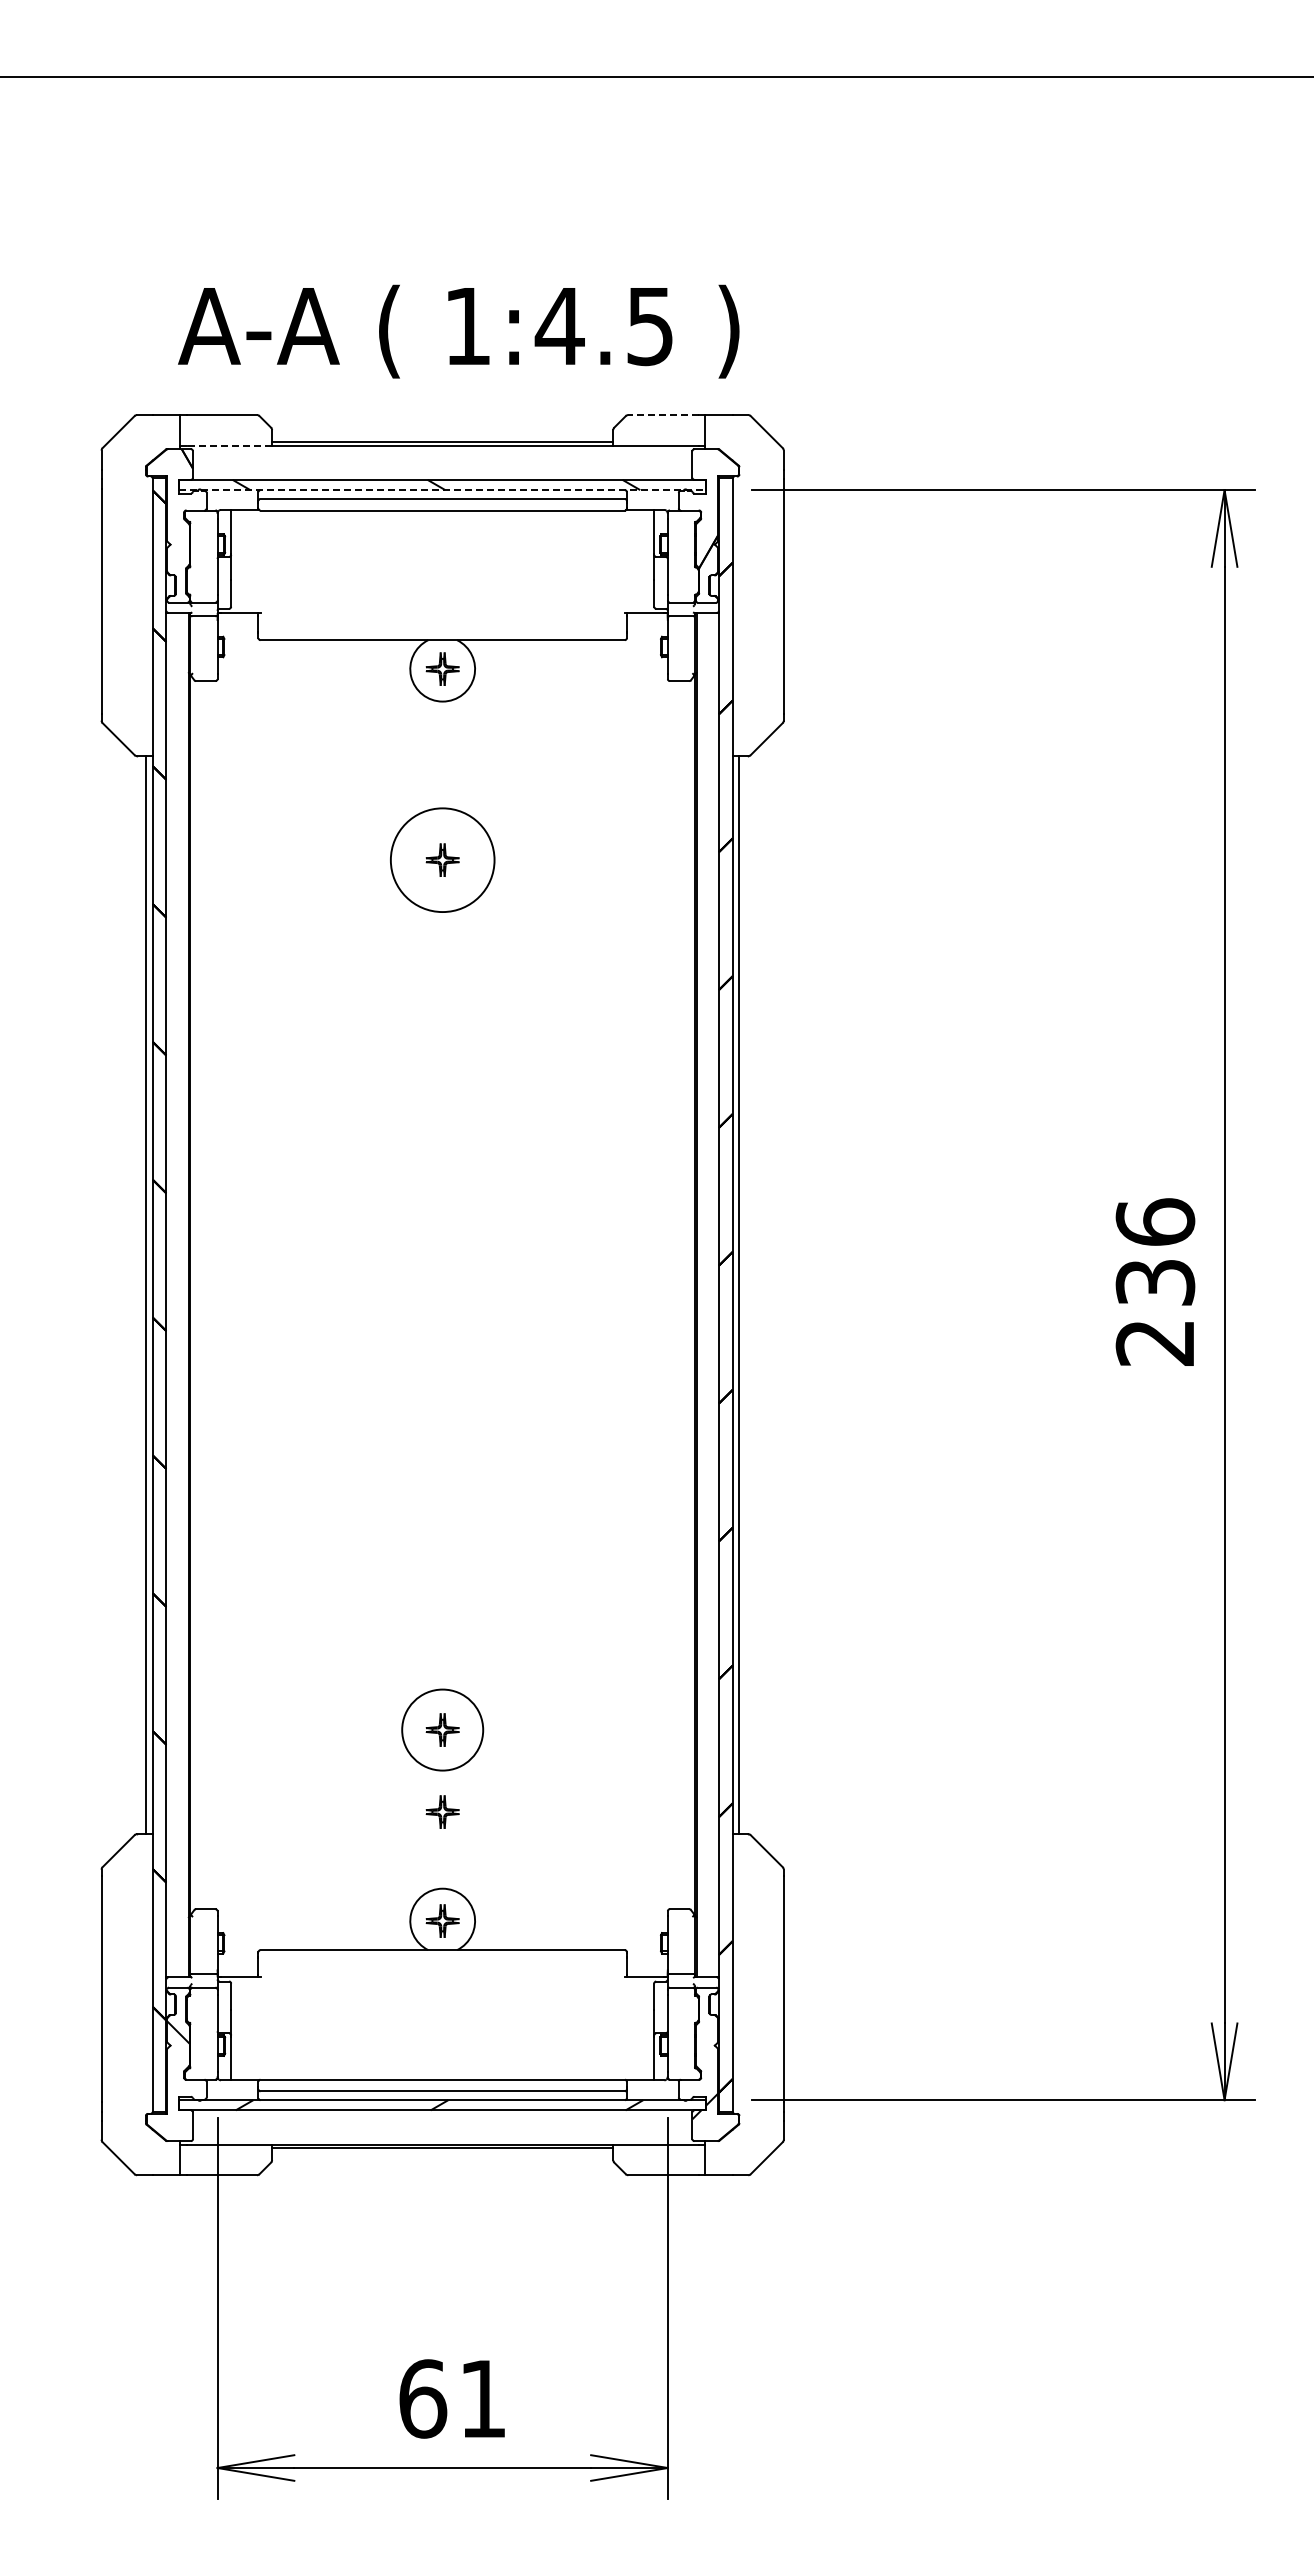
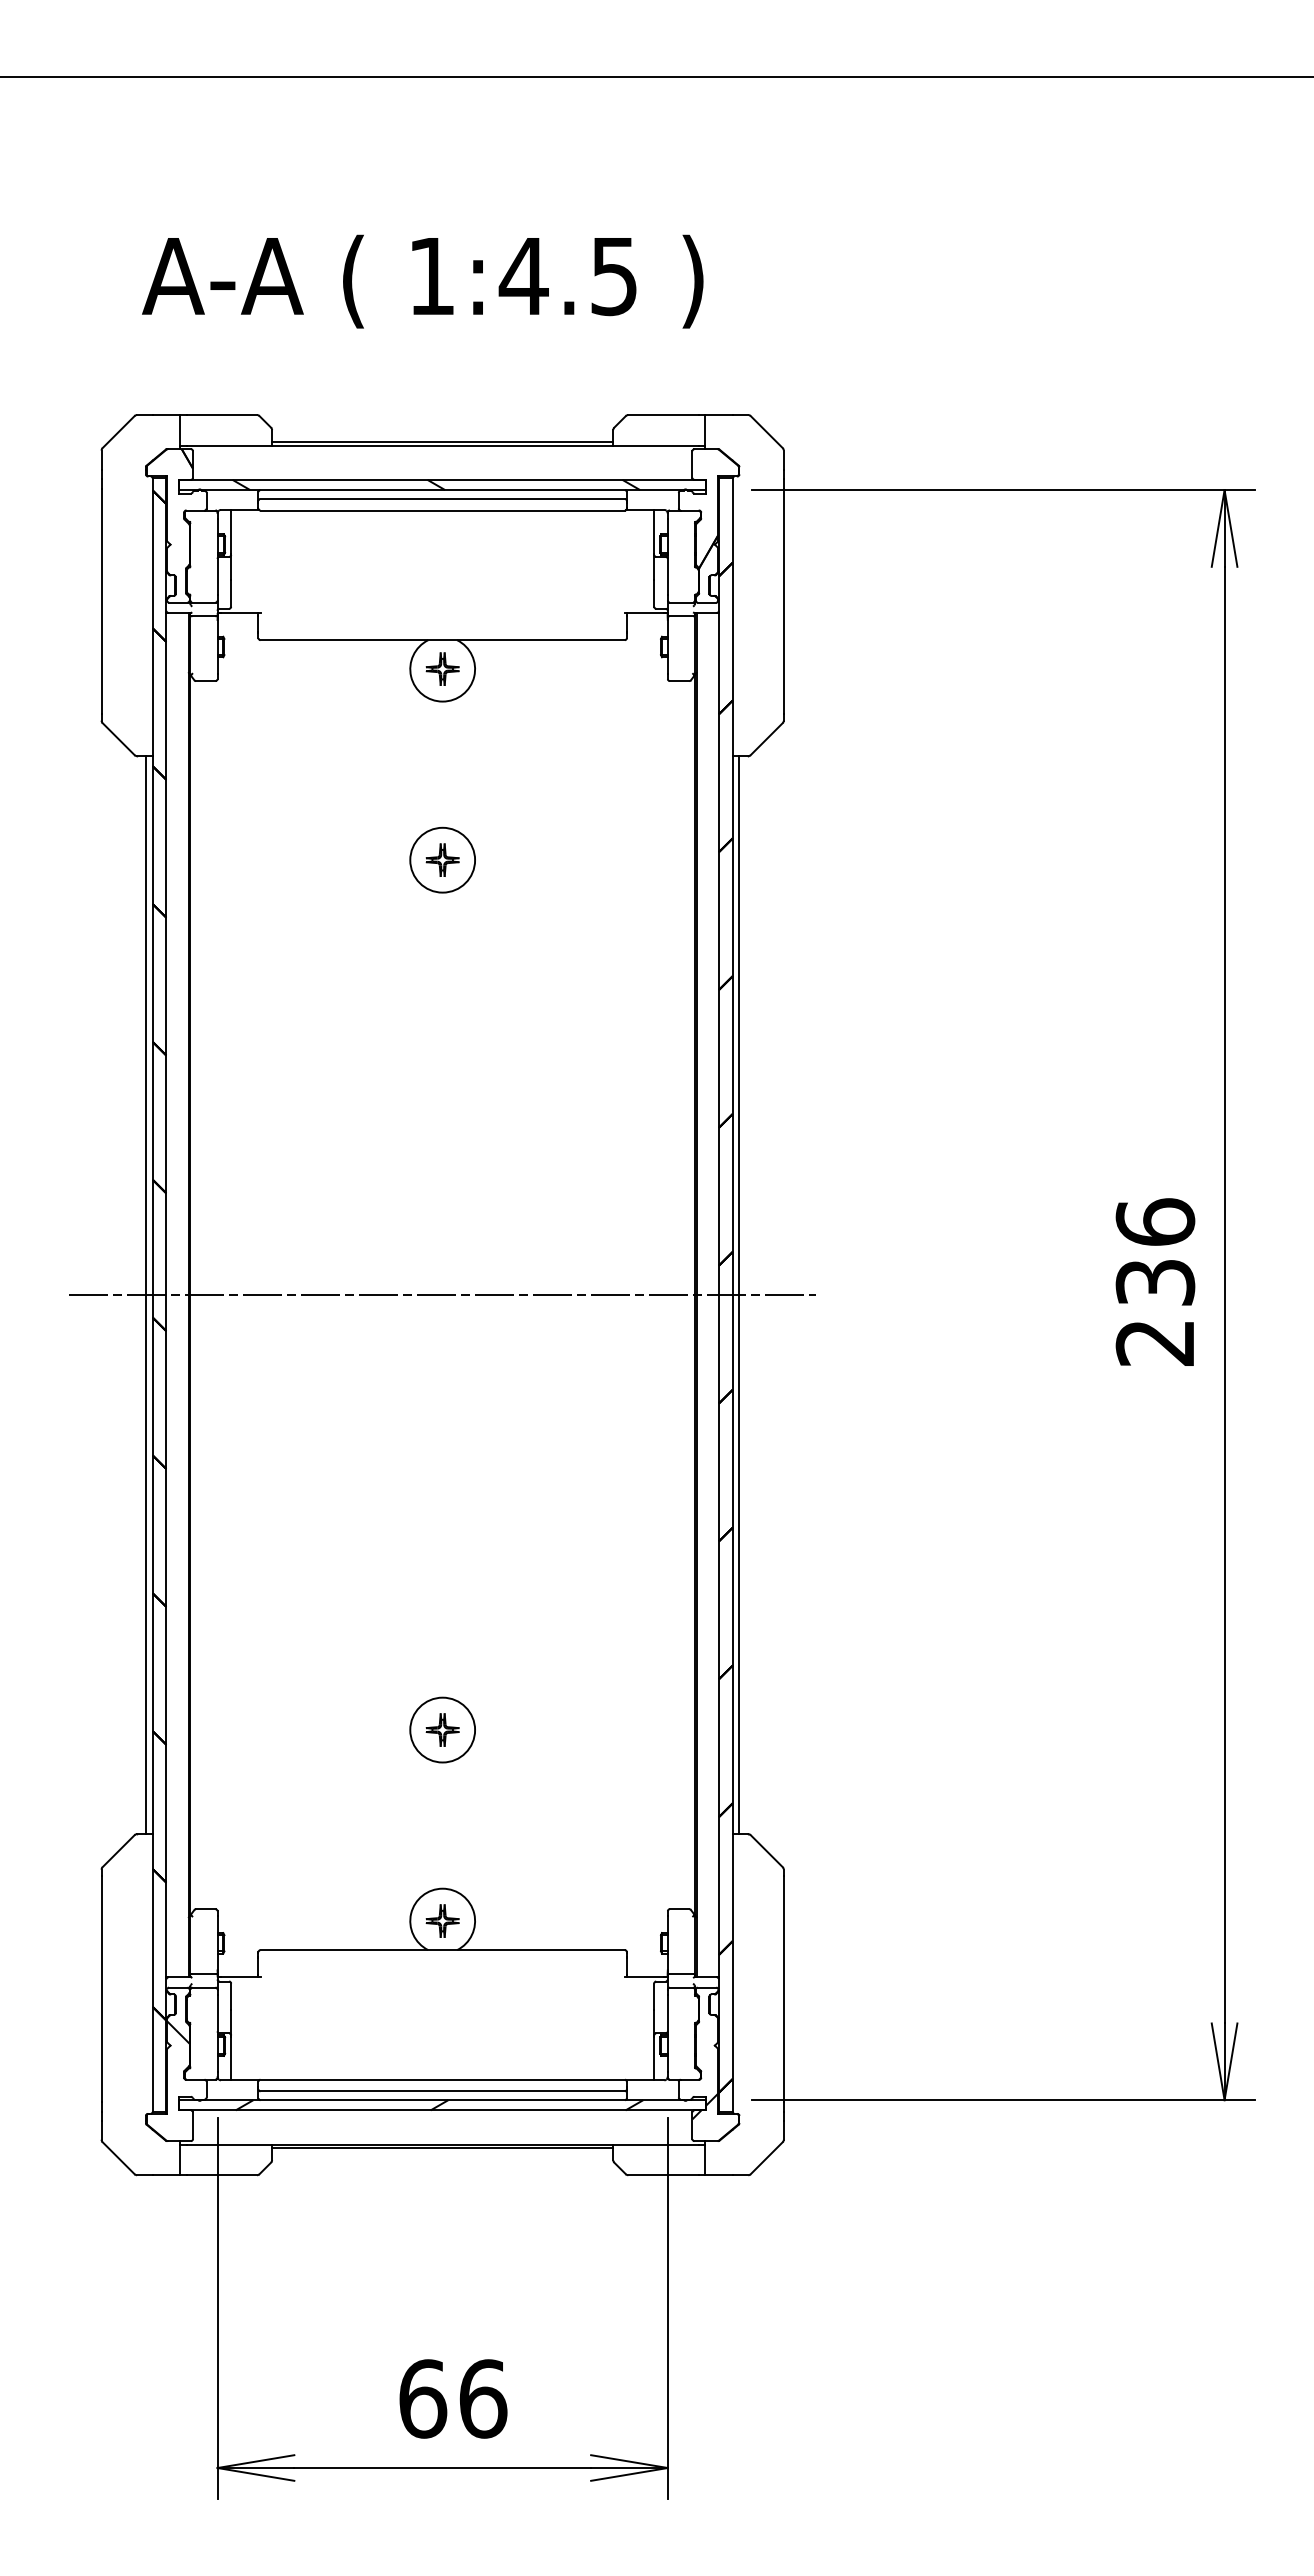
text at (458, 331) position: (458, 331) -> (422, 281)
line at (662, 415): dashed -> solid
line at (229, 445): dashed -> solid
line at (443, 490): dashed -> solid
circle at (442, 860) diameter: 104 px -> 65 px
line at (442, 1295): none -> present
circle at (442, 1729) diameter: 81 px -> 65 px
part at (442, 1811): present -> none
text at (483, 2398): 61 -> 66
